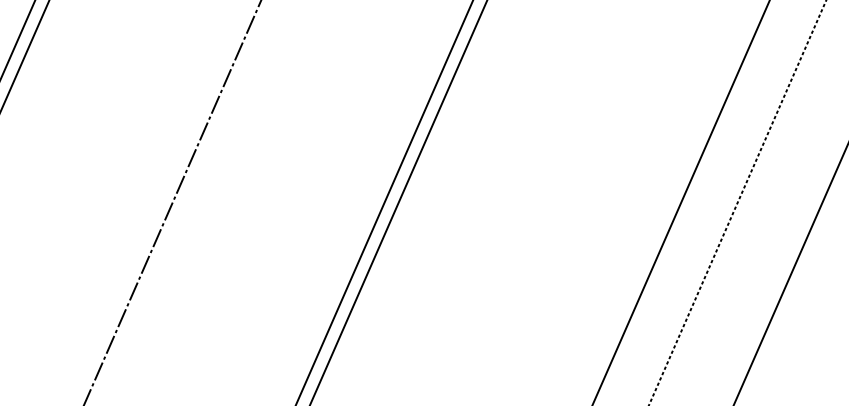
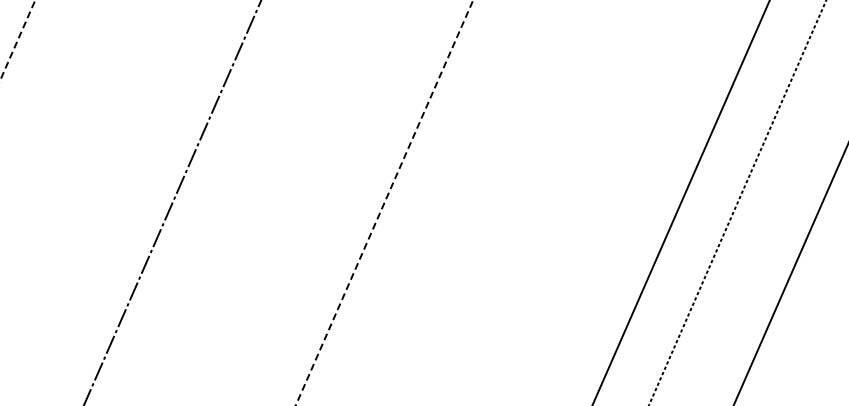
line at (17, 40): solid -> dashed
line at (25, 55): present -> none
line at (384, 202): solid -> dashed
line at (398, 202): present -> none
